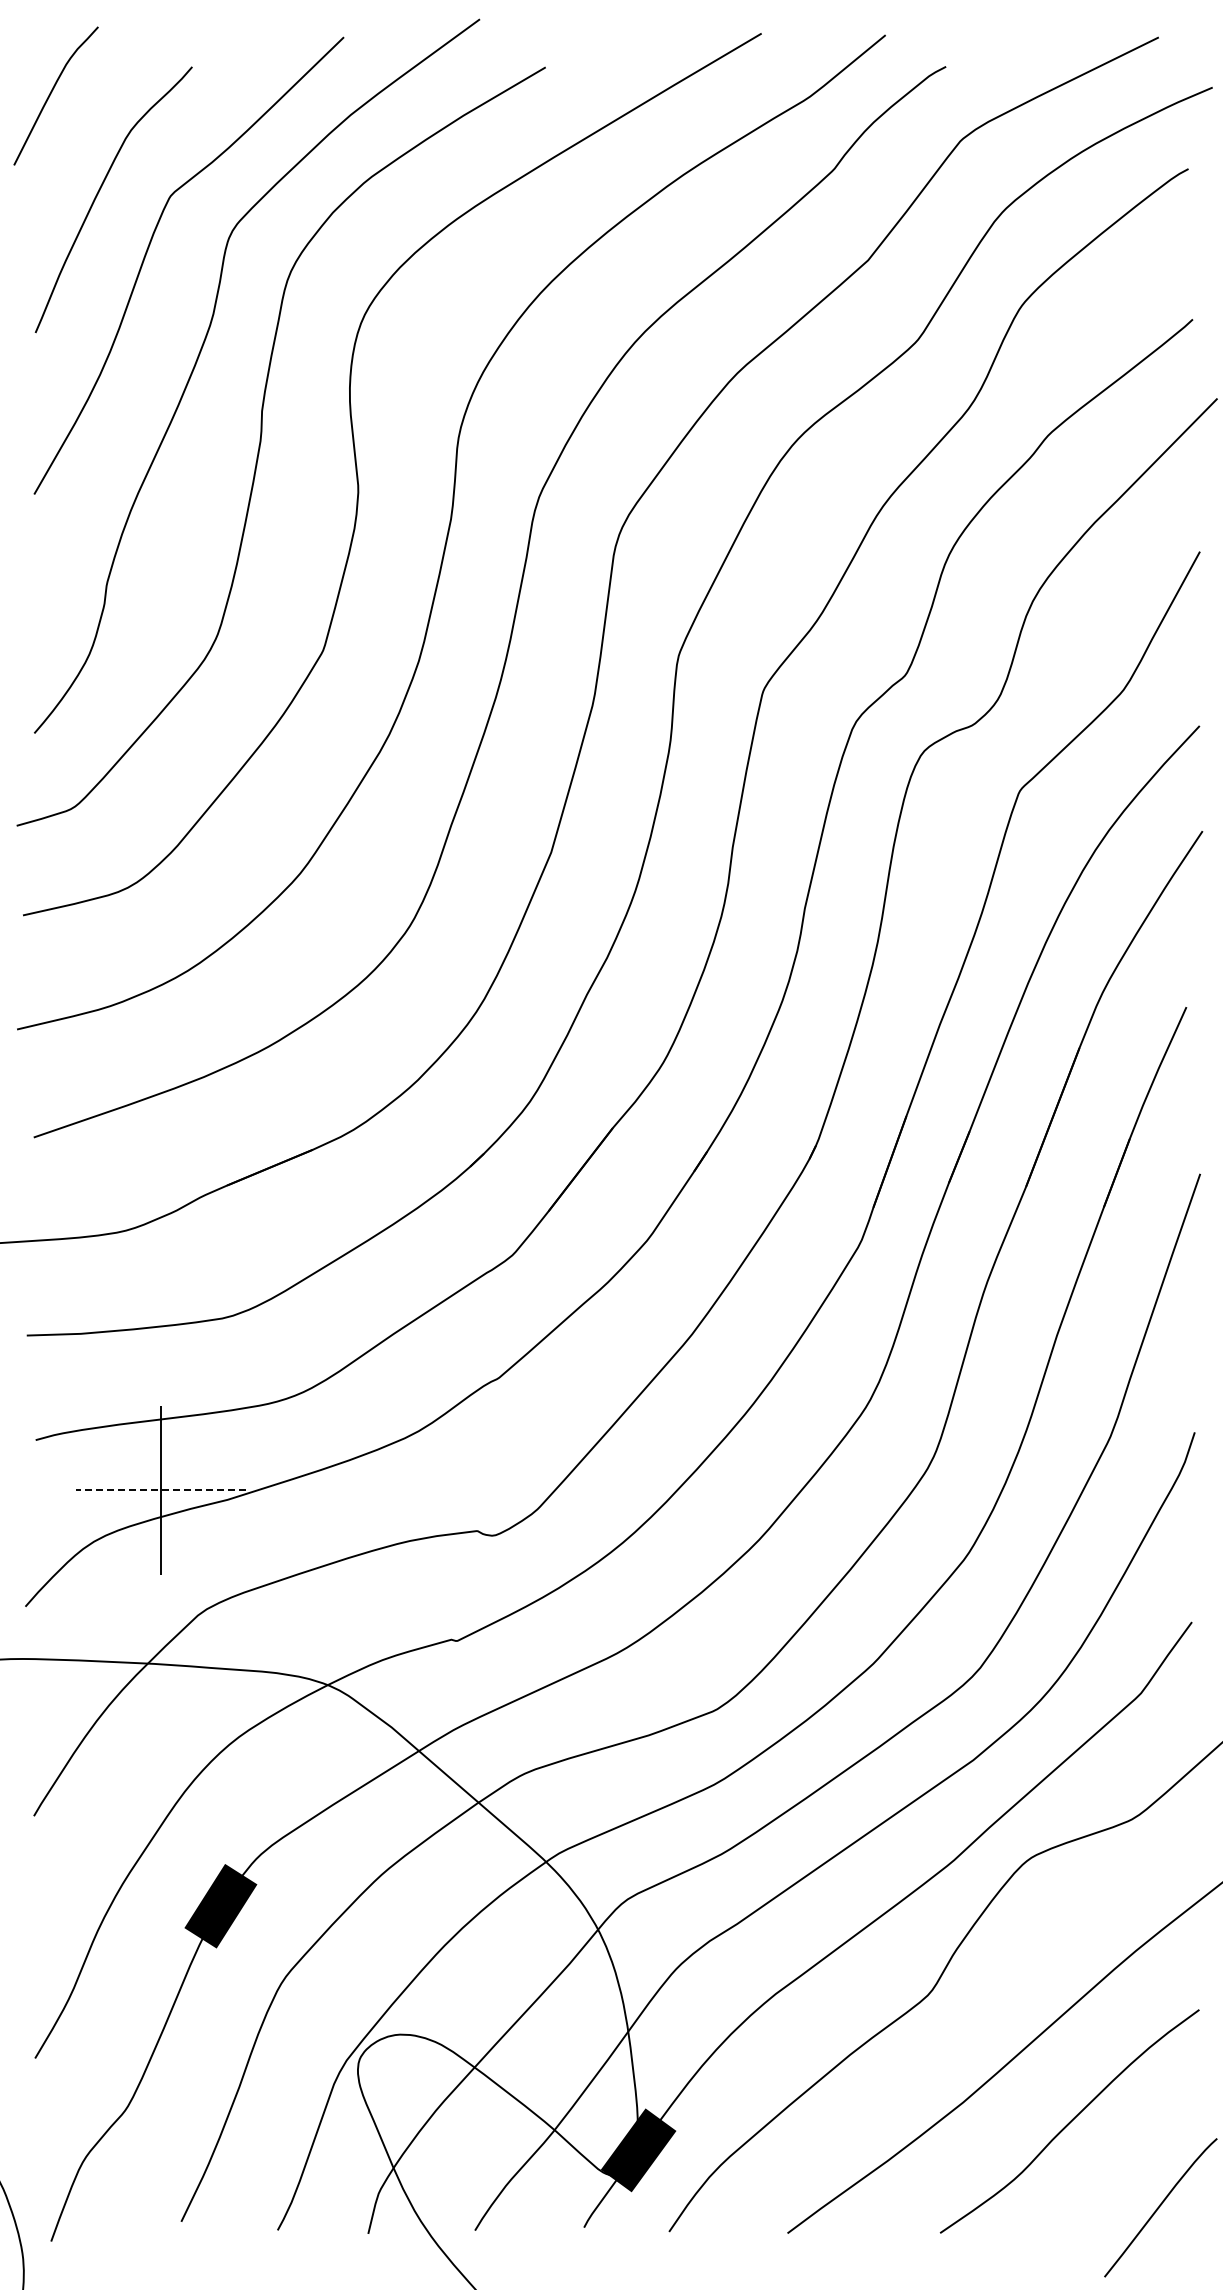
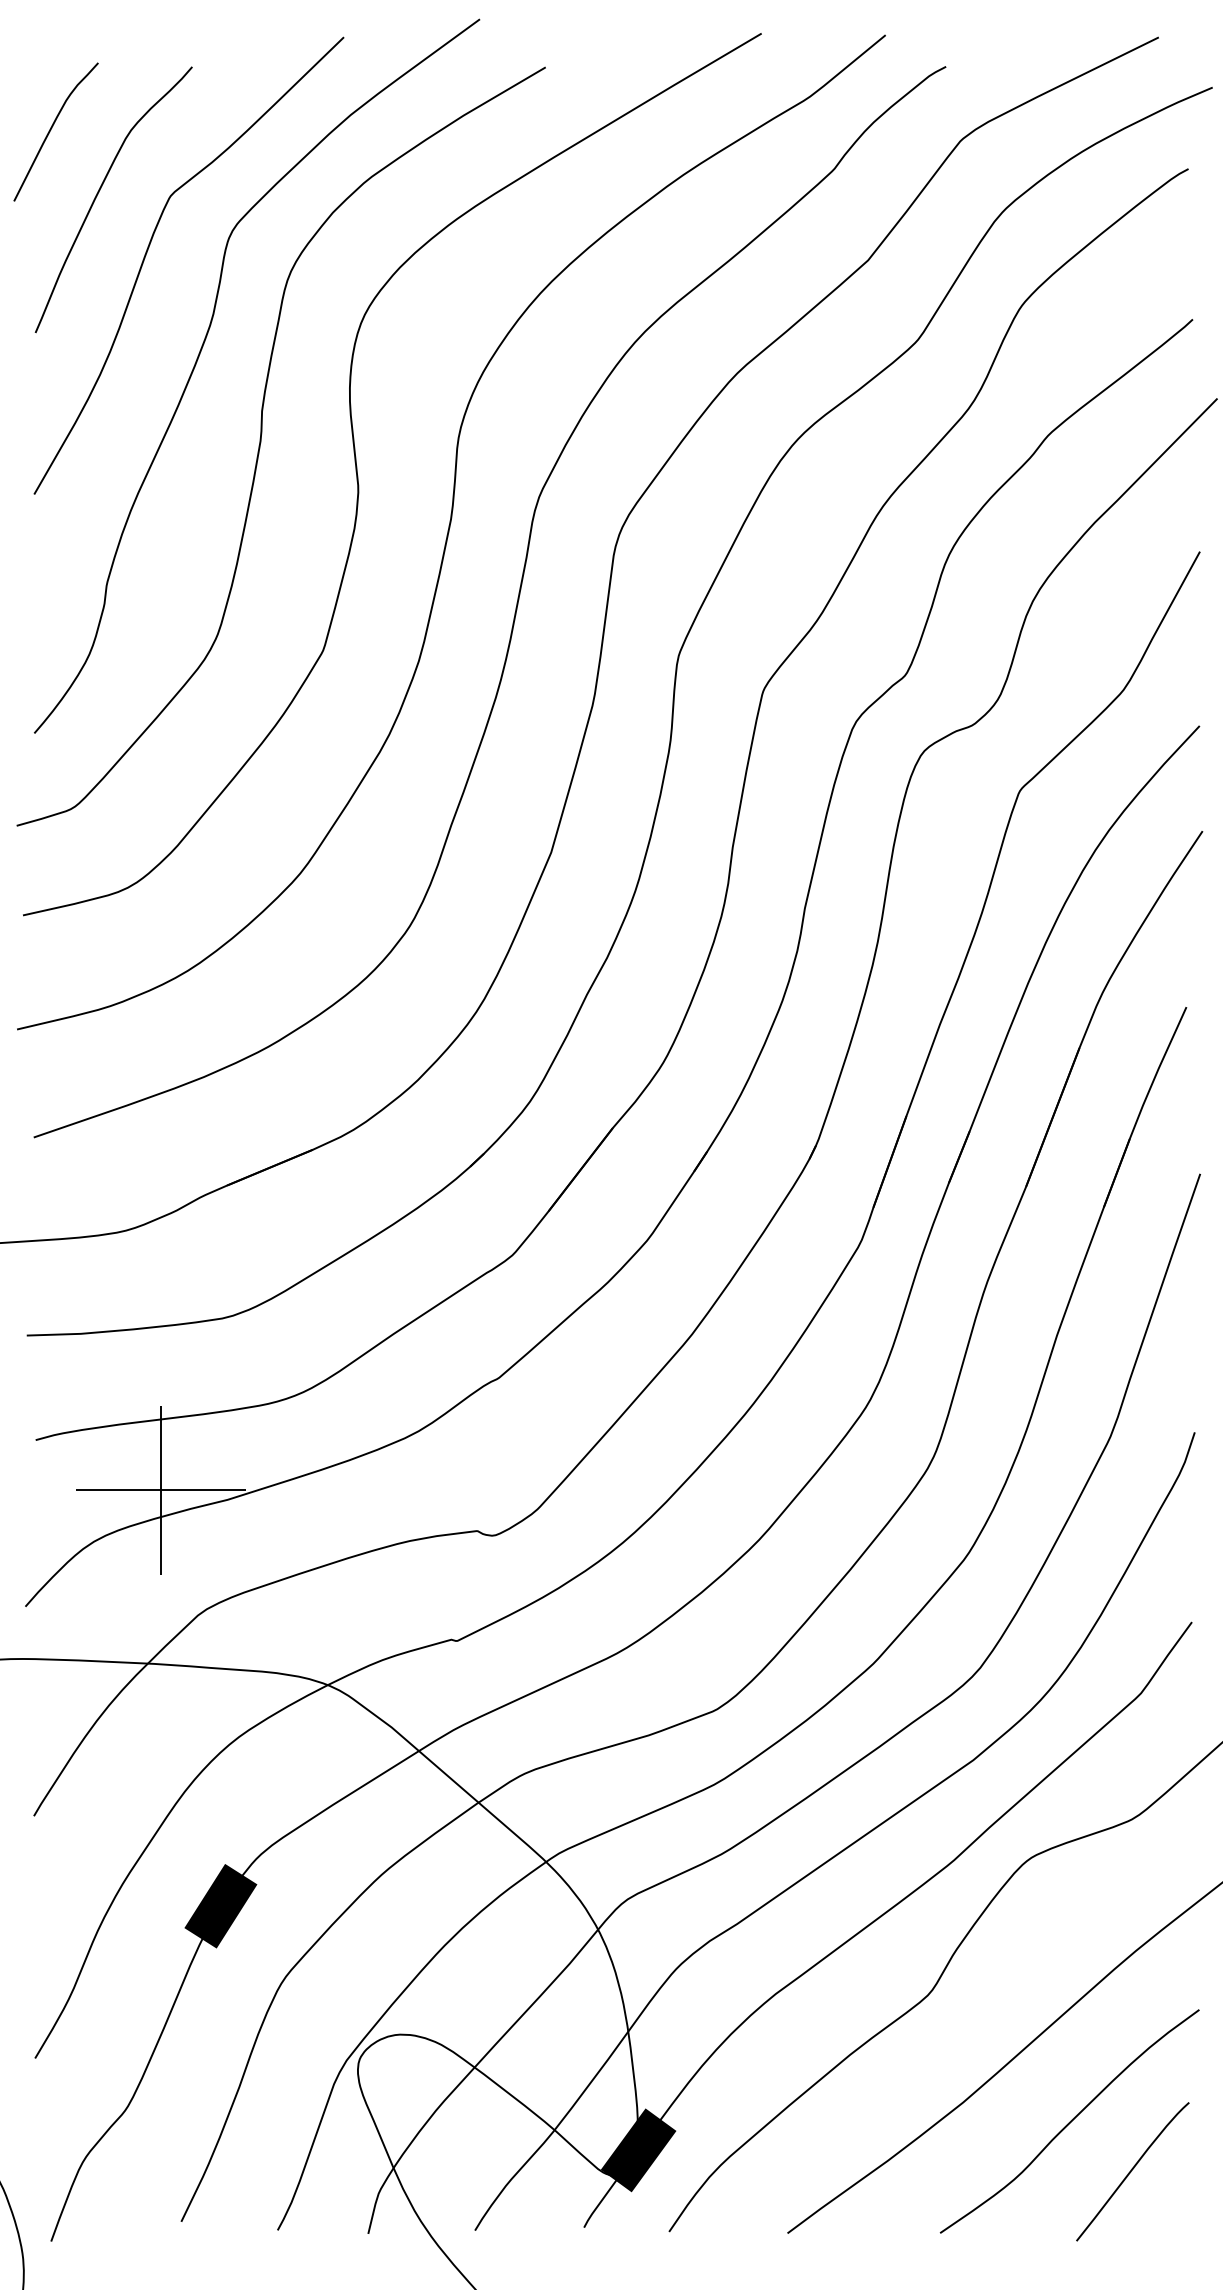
curve at (51, 94) position: (51, 94) -> (51, 130)
line at (161, 1490): dashed -> solid
curve at (1160, 2206) position: (1160, 2206) -> (1132, 2170)
